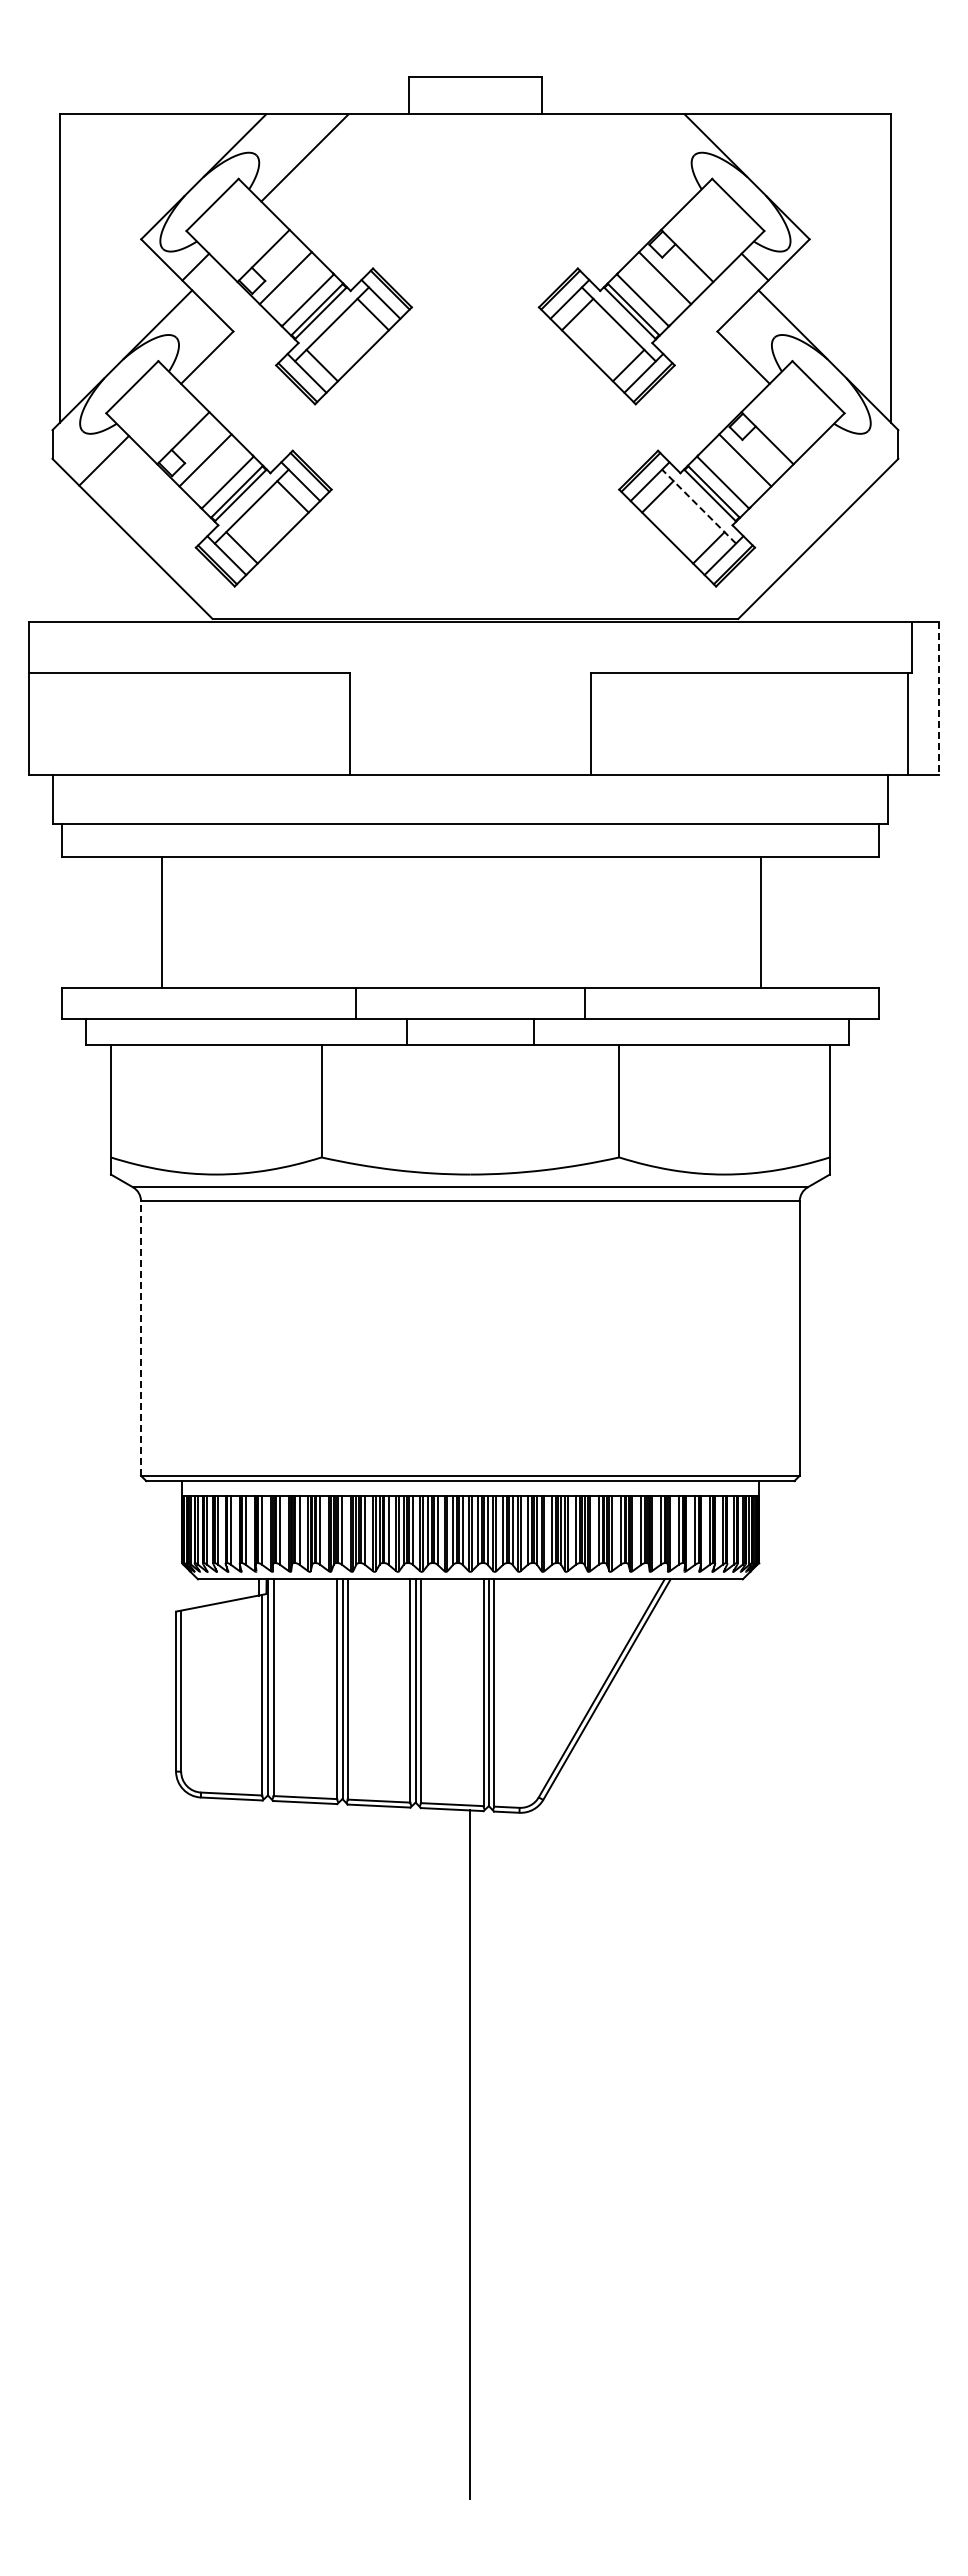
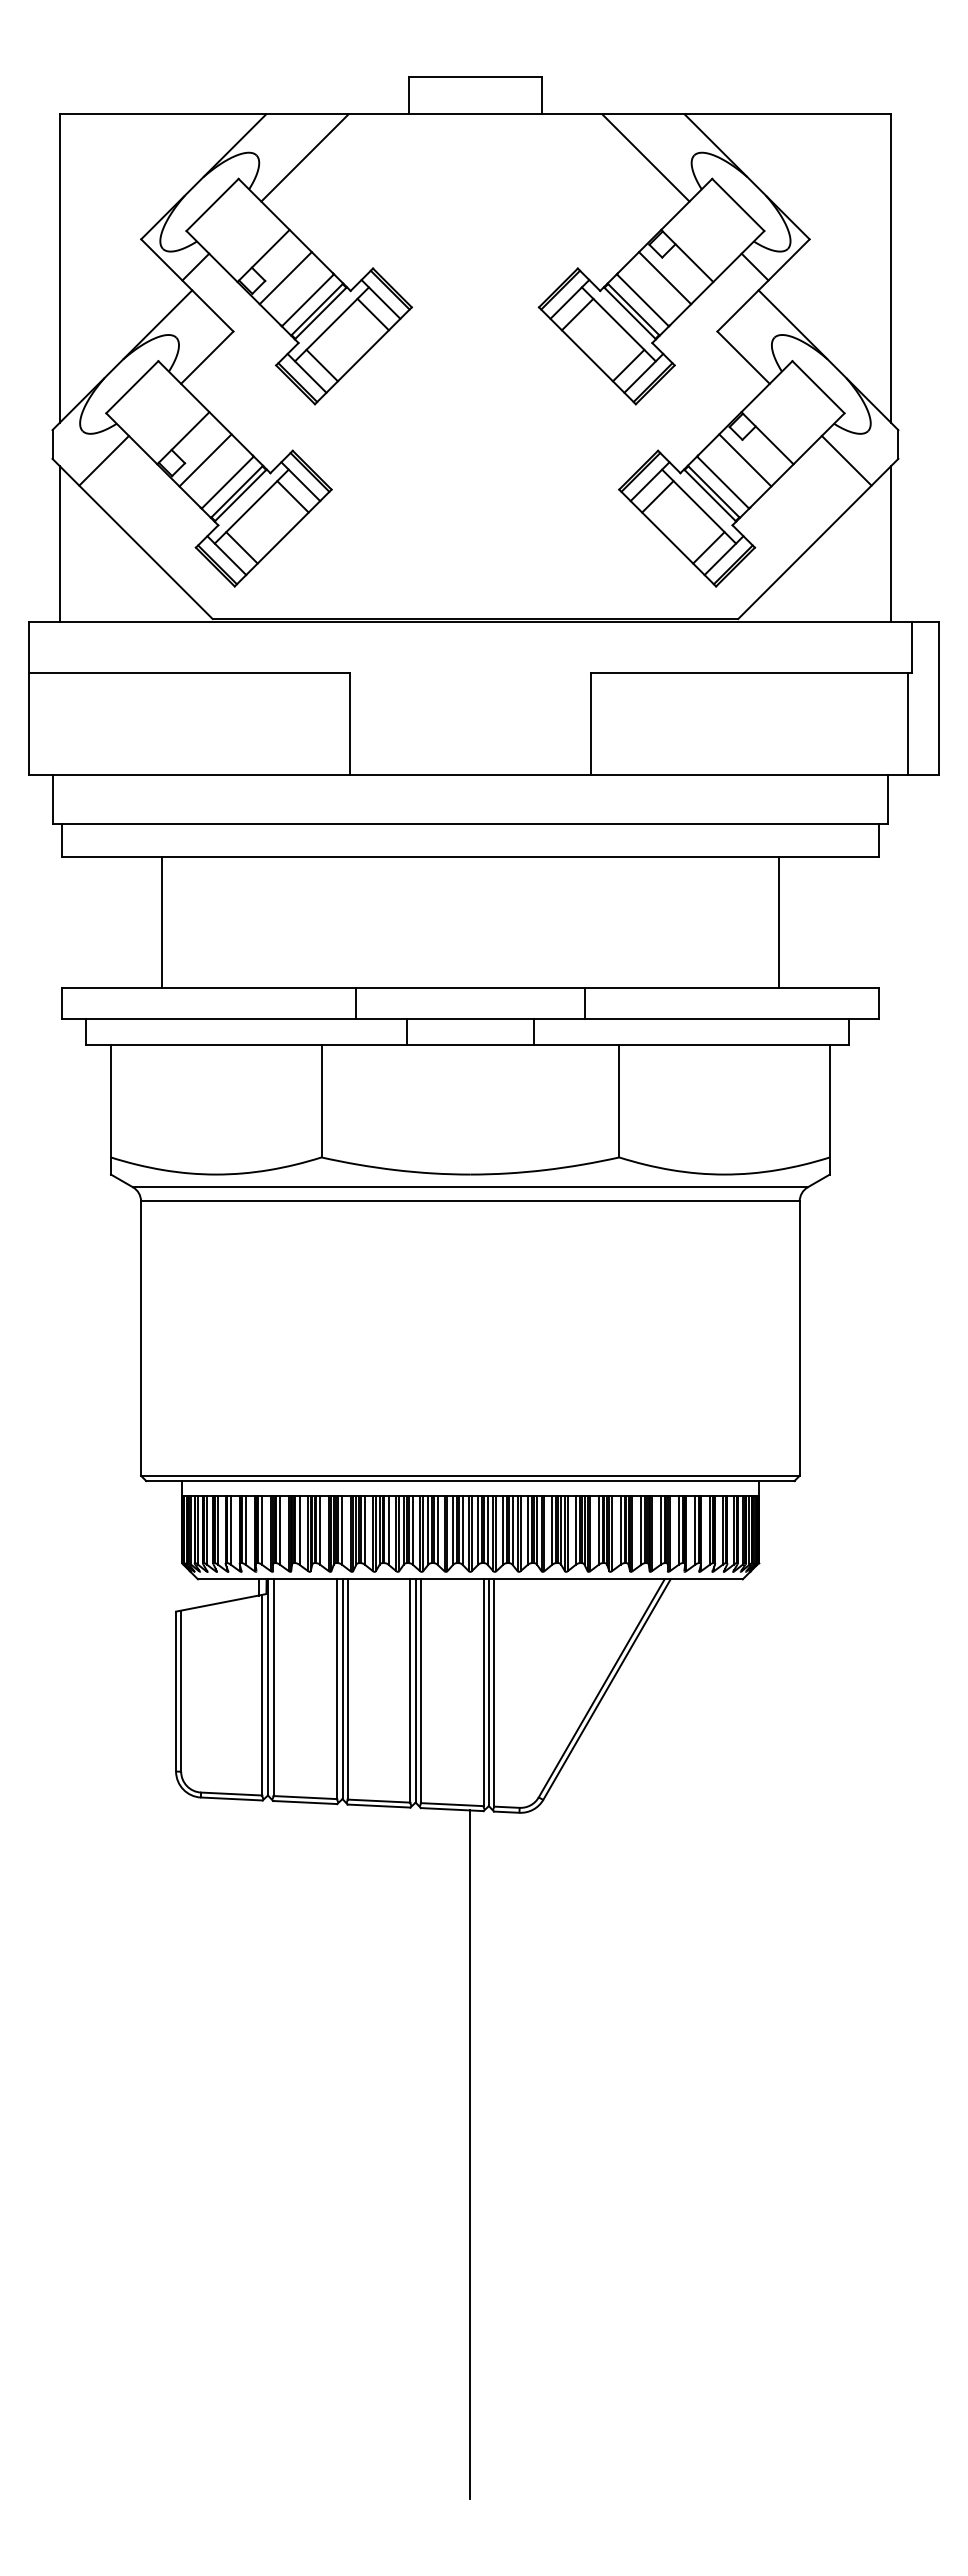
line at (645, 157): none -> present
line at (846, 460): none -> present
line at (698, 506): dashed -> solid
line at (59, 543): none -> present
line at (891, 543): none -> present
line at (938, 698): dashed -> solid
line at (760, 921) position: (760, 921) -> (778, 921)
line at (141, 1338): dashed -> solid
